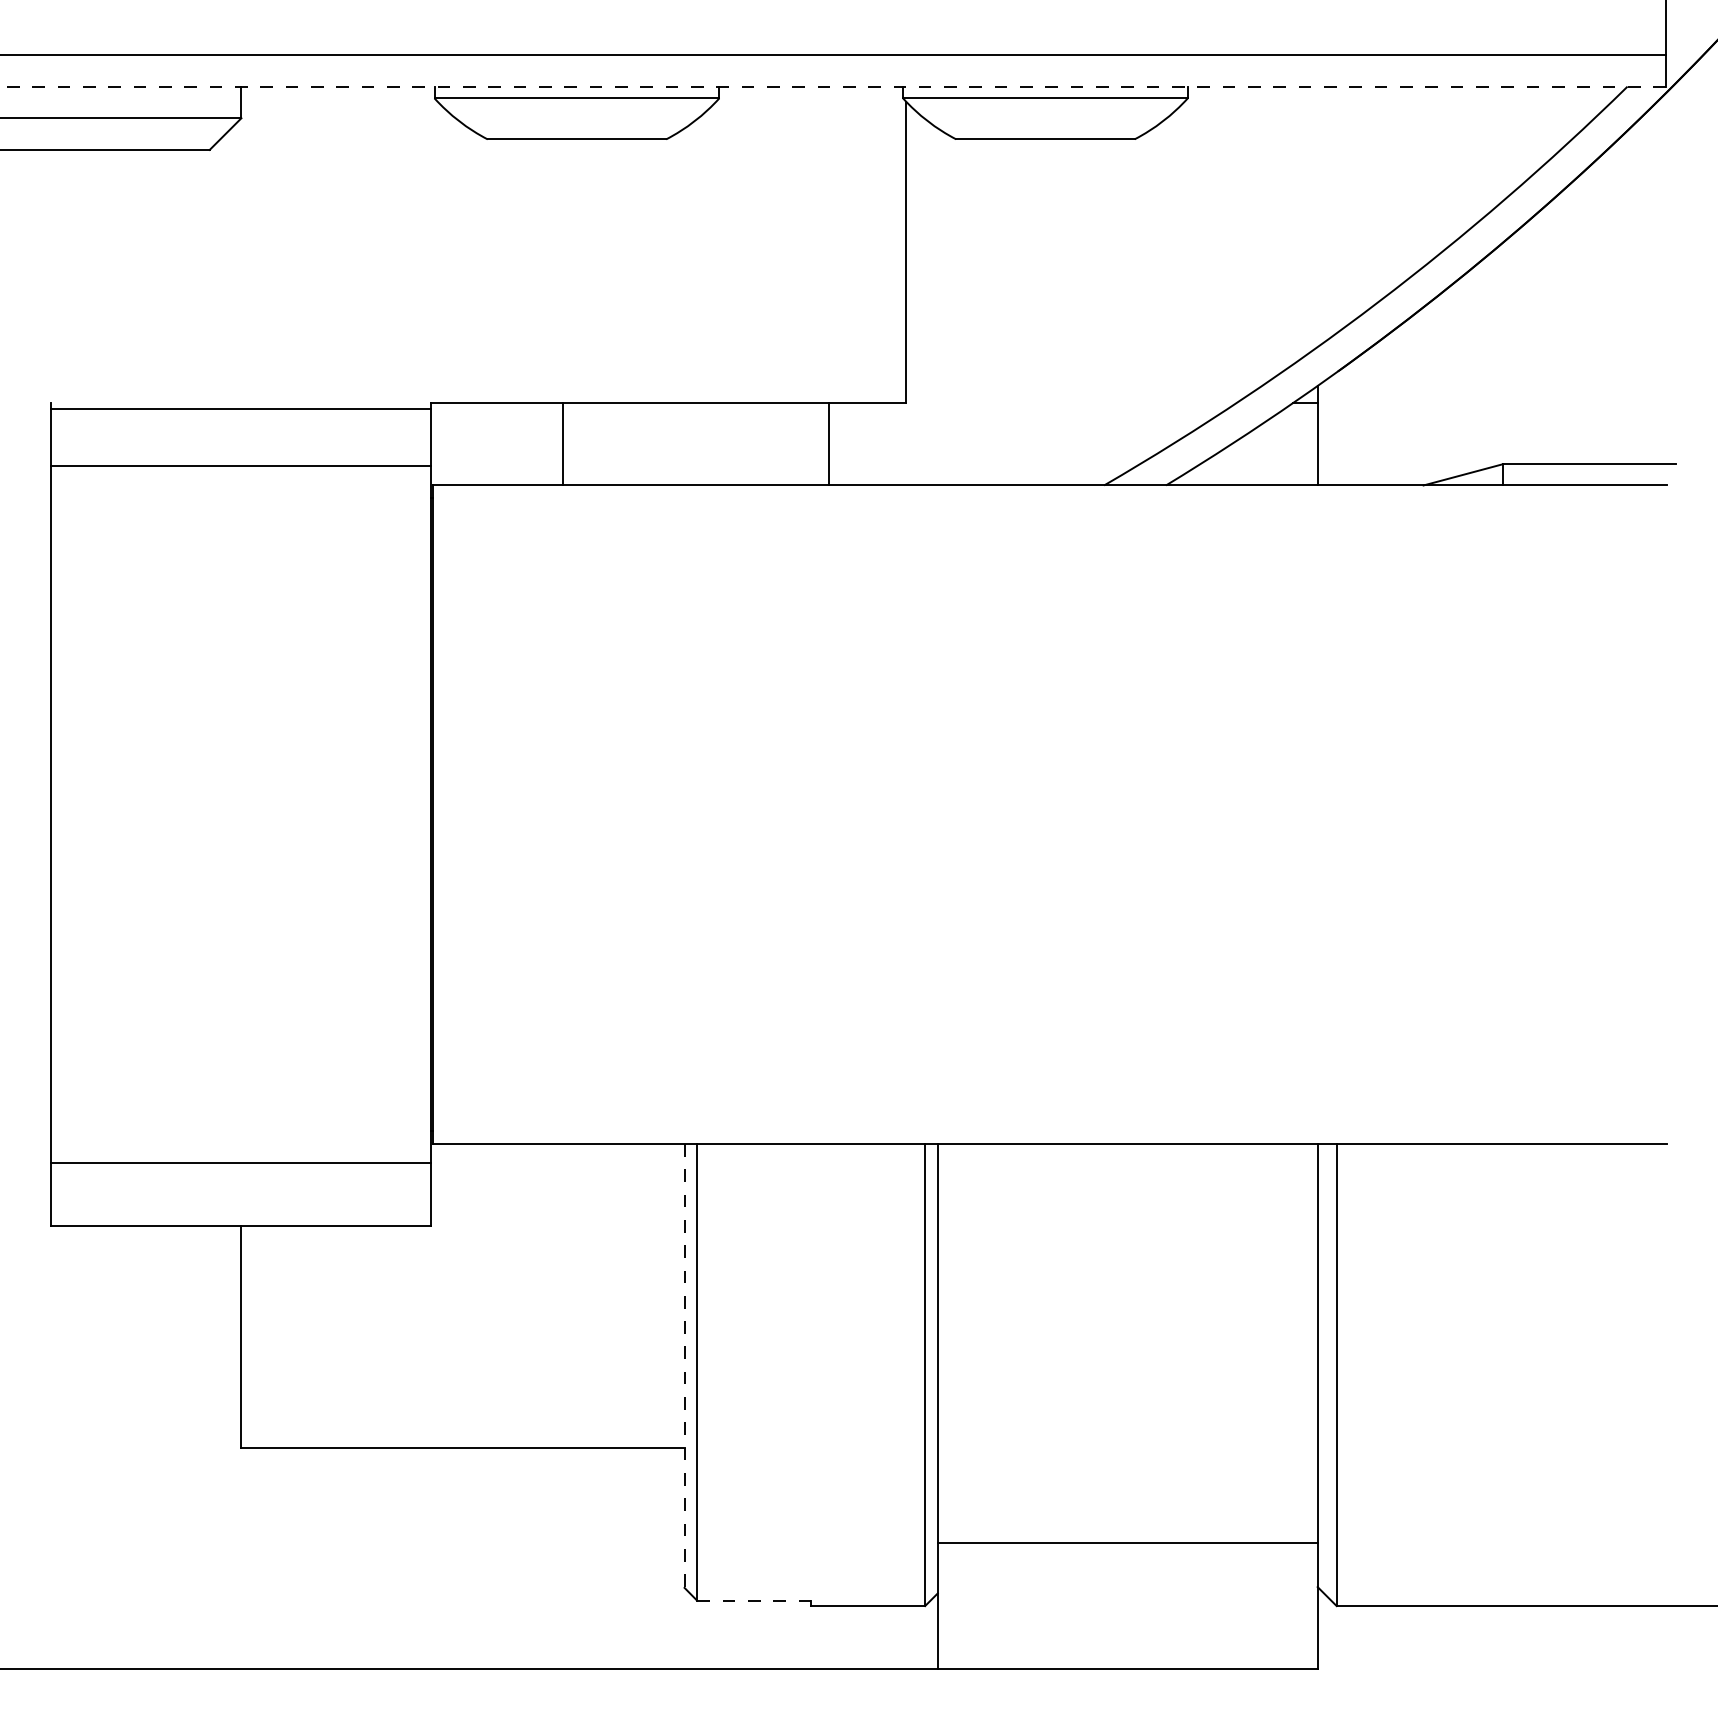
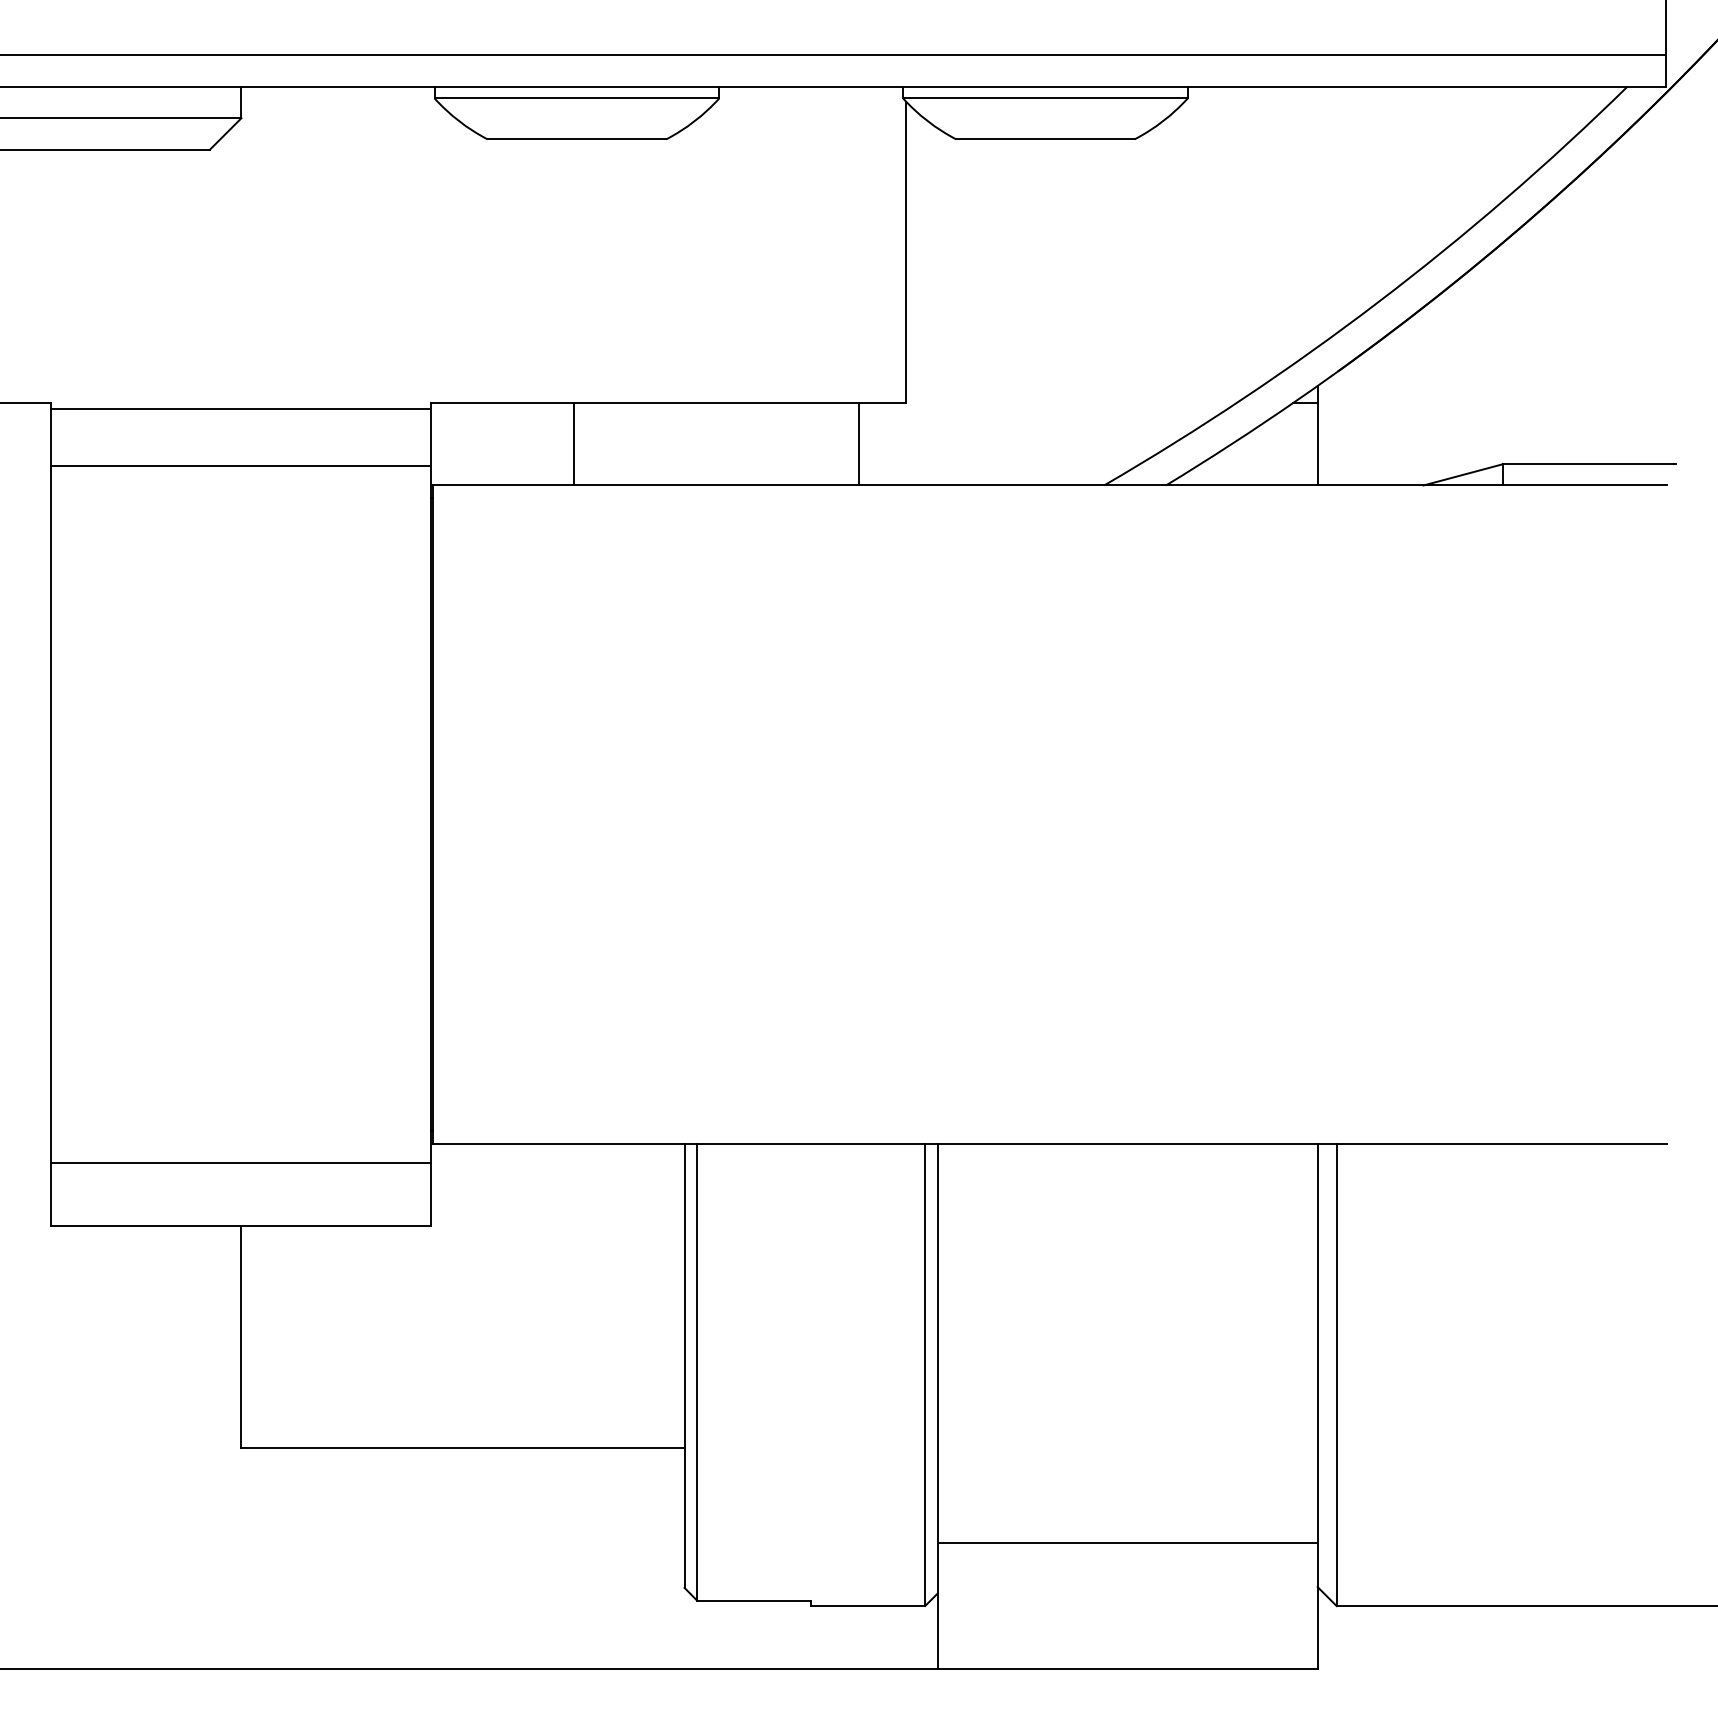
line at (832, 86): dashed -> solid
line at (26, 403): none -> present
line at (562, 444) position: (562, 444) -> (573, 444)
line at (828, 444) position: (828, 444) -> (858, 444)
line at (684, 1366): dashed -> solid
line at (754, 1600): dashed -> solid
